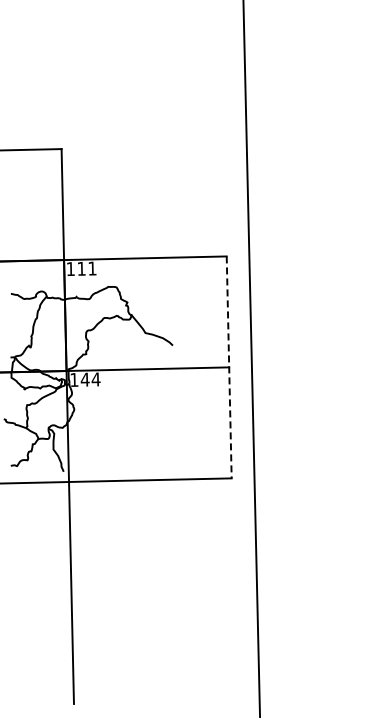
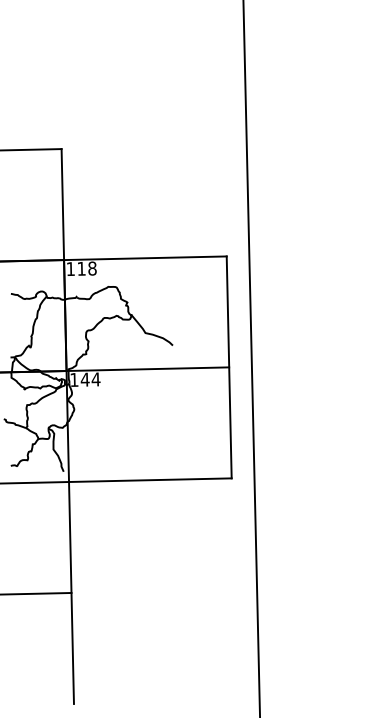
text at (92, 268): 111 -> 118
line at (229, 367): dashed -> solid
line at (36, 593): none -> present
